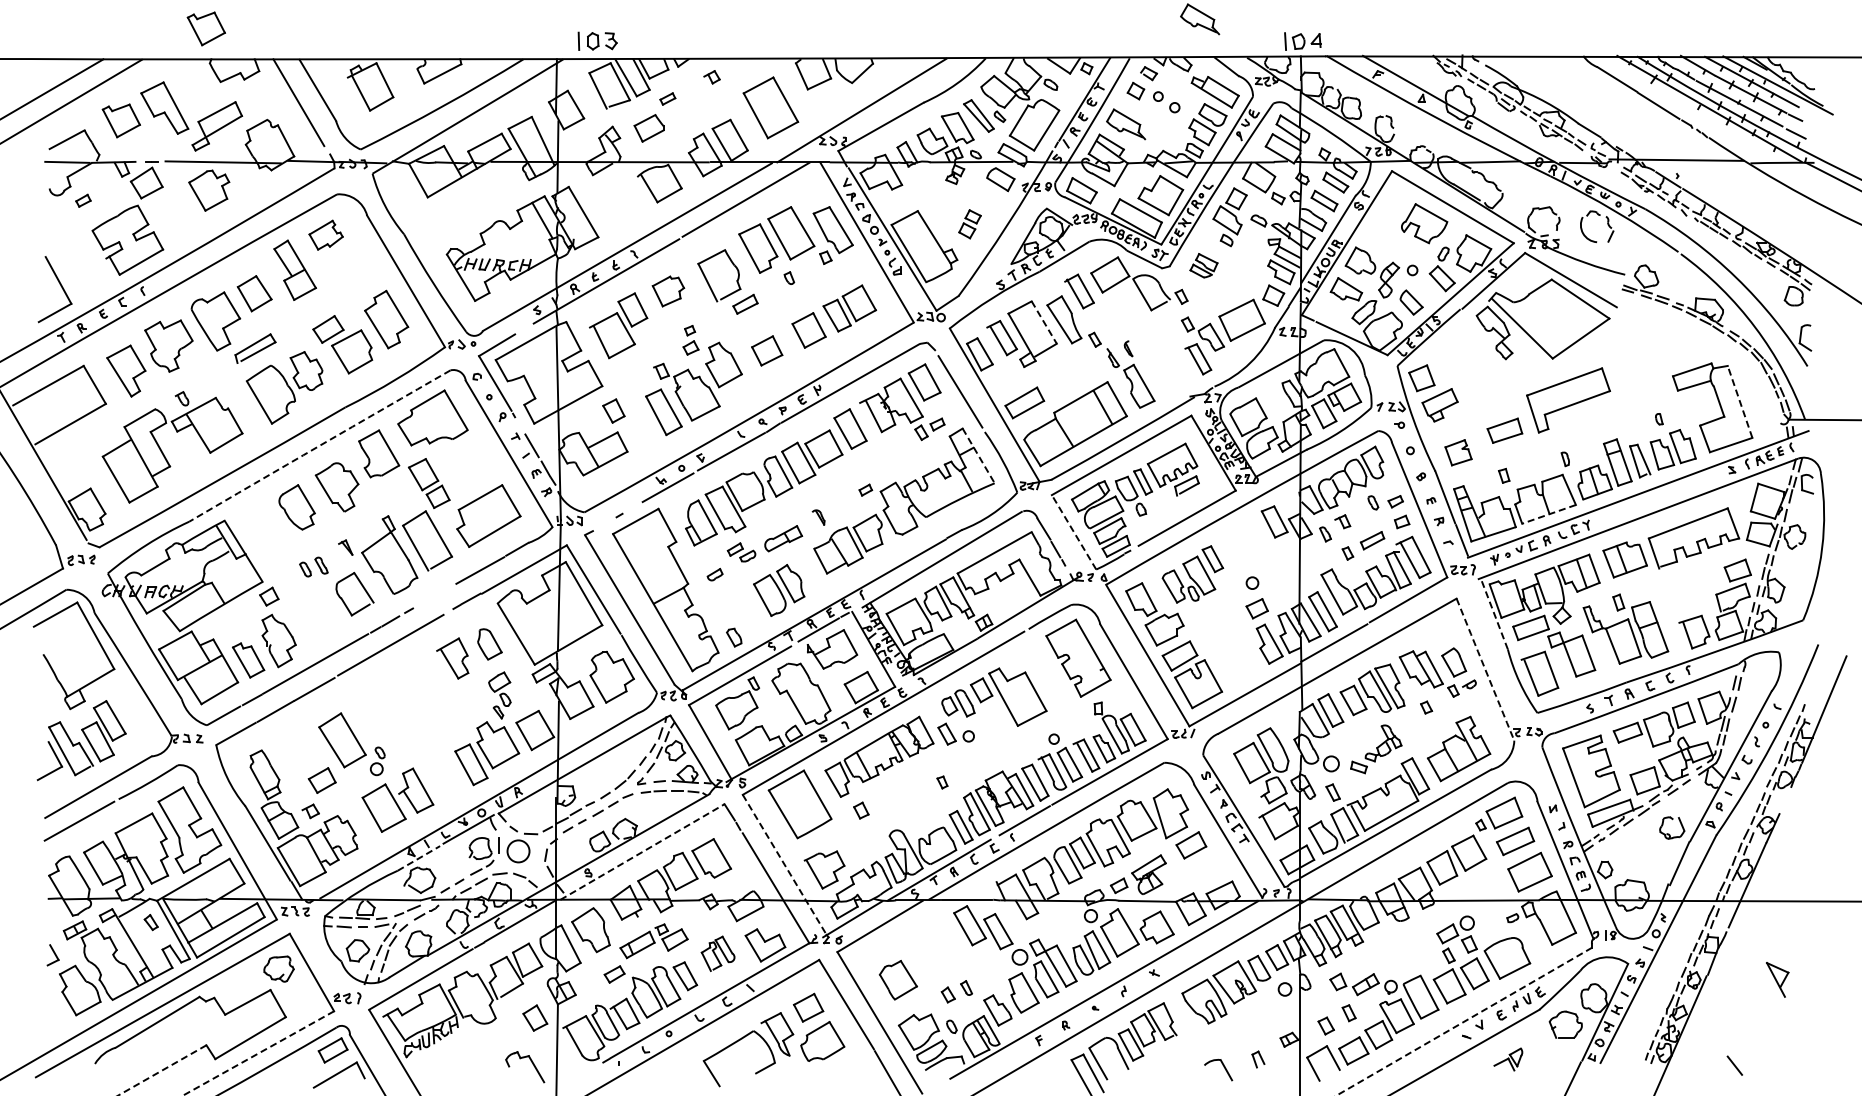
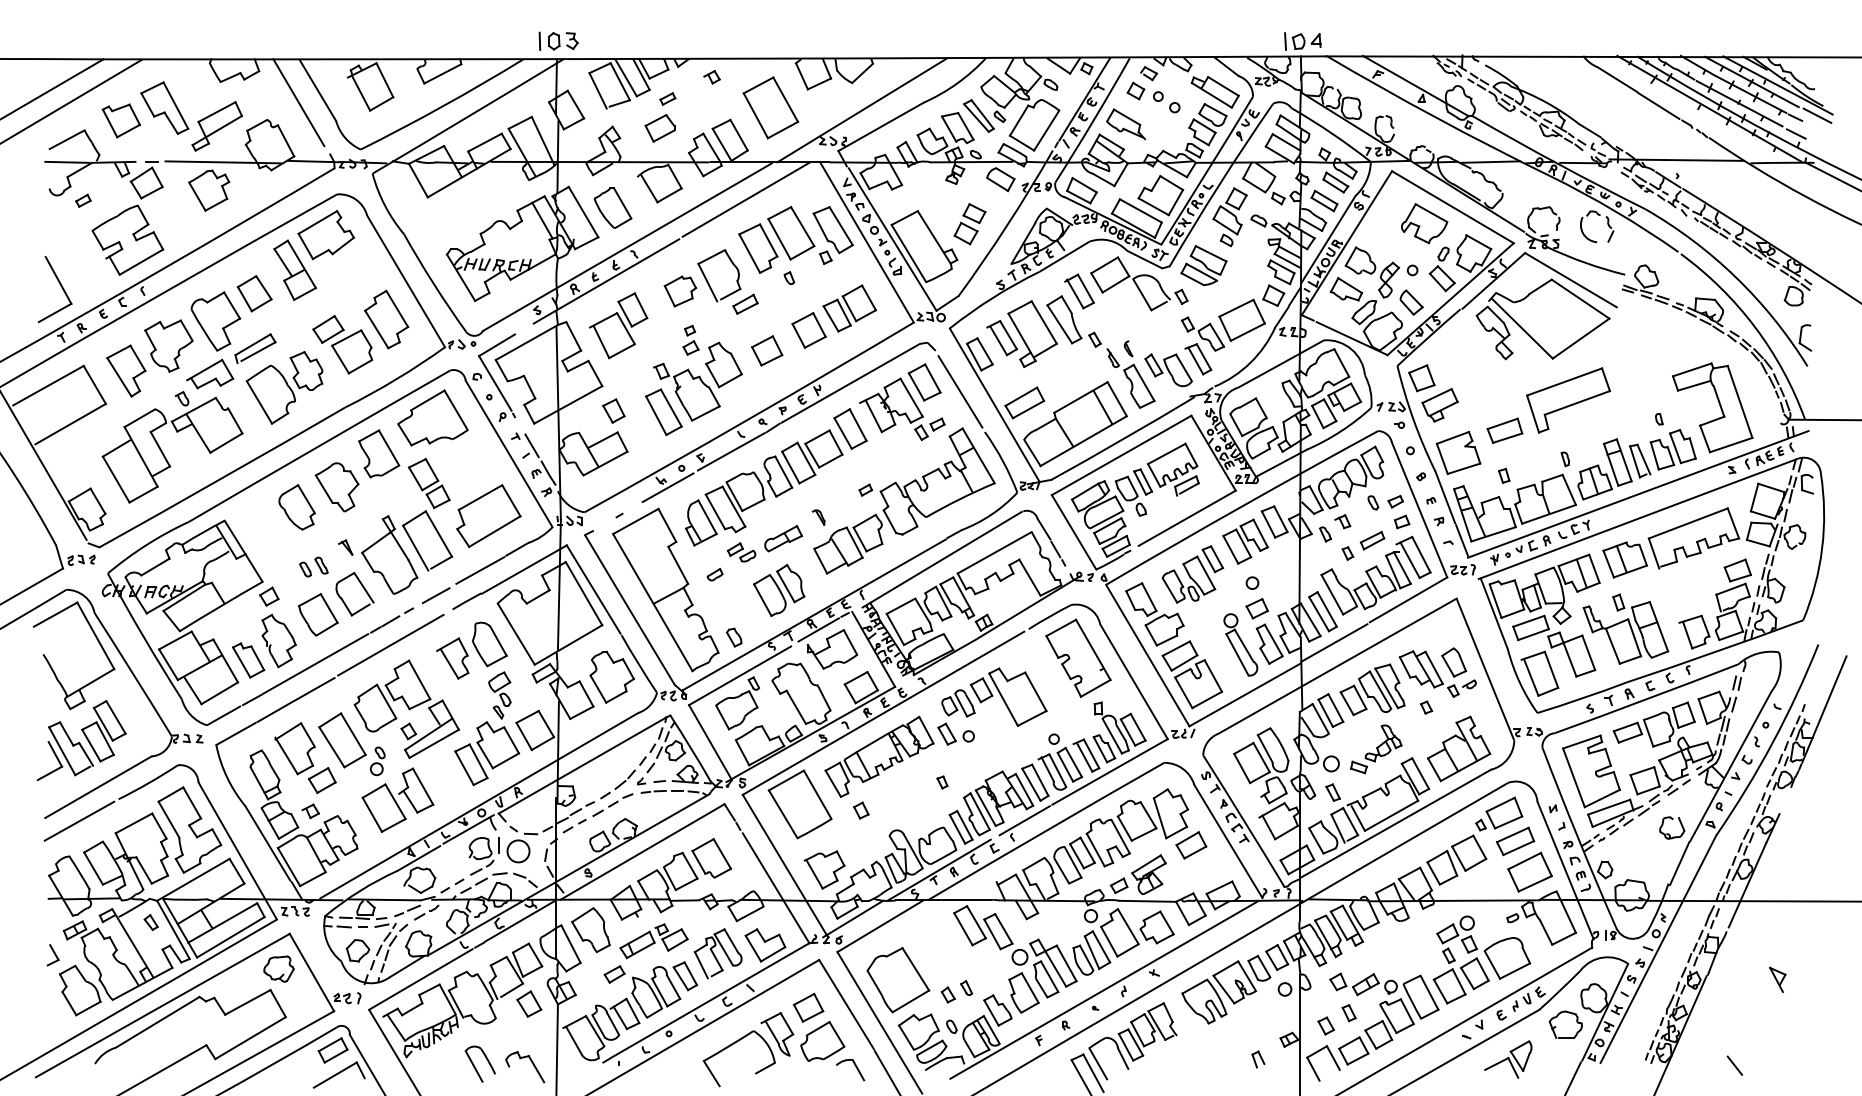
part at (1200, 19): present -> none
part at (205, 28): present -> none
part at (597, 40) position: (597, 40) -> (558, 40)
line at (1817, 115): none -> present
part at (648, 128) position: (648, 128) -> (659, 128)
part at (612, 207): none -> present
part at (969, 224) size: 24x31 px -> 34x43 px
part at (325, 234) size: 36x32 px -> 58x51 px
part at (1203, 265) size: 30x26 px -> 48x42 px
part at (668, 291) position: (668, 291) -> (680, 291)
line at (1044, 322): dashed -> solid
part at (1168, 370): none -> present
part at (210, 373): none -> present
line at (1739, 401): dashed -> solid
arc at (319, 445): dashed -> solid
part at (1458, 452) size: 29x28 px -> 47x45 px
line at (978, 455): dashed -> solid
line at (1548, 514): dashed -> solid
line at (1073, 531): dashed -> solid
part at (1245, 541): none -> present
line at (435, 595): none -> present
line at (1494, 613): dashed -> solid
part at (318, 614): none -> present
part at (489, 644) size: 26x33 px -> 36x47 px
part at (1240, 644): none -> present
arc at (1485, 669): dashed -> solid
part at (406, 708): none -> present
part at (294, 748): none -> present
line at (642, 852): dashed -> solid
line at (418, 858): dashed -> solid
line at (784, 864): dashed -> solid
part at (717, 953) size: 36x37 px -> 50x52 px
part at (1777, 979) size: 24x36 px -> 18x28 px
part at (897, 980) size: 40x41 px -> 65x67 px
part at (535, 1017) position: (535, 1017) -> (529, 1003)
line at (1464, 1021): dashed -> solid
line at (258, 1053): dashed -> solid
part at (1508, 1059) size: 31x25 px -> 49x39 px
part at (479, 1063): none -> present
line at (162, 1070): dashed -> solid
part at (1218, 1070) position: (1218, 1070) -> (850, 1070)
